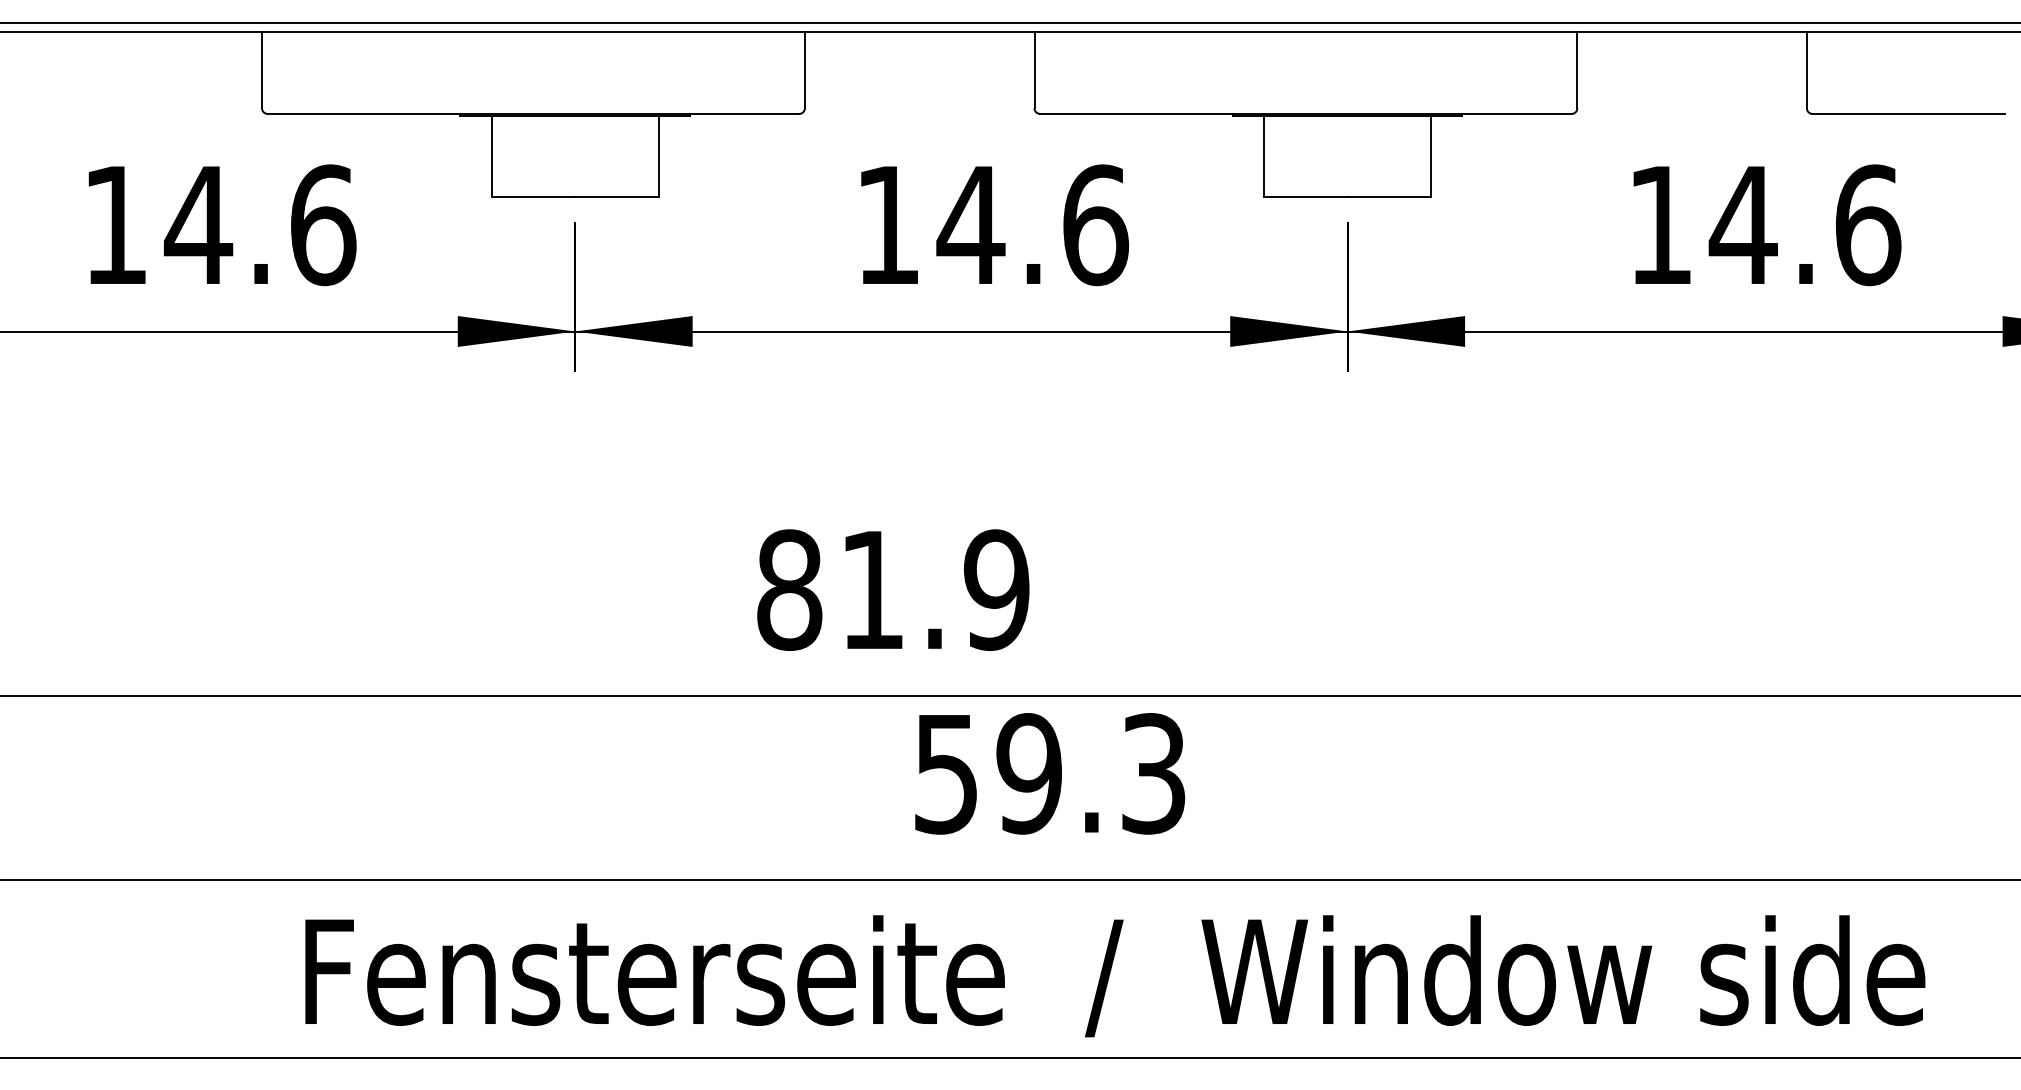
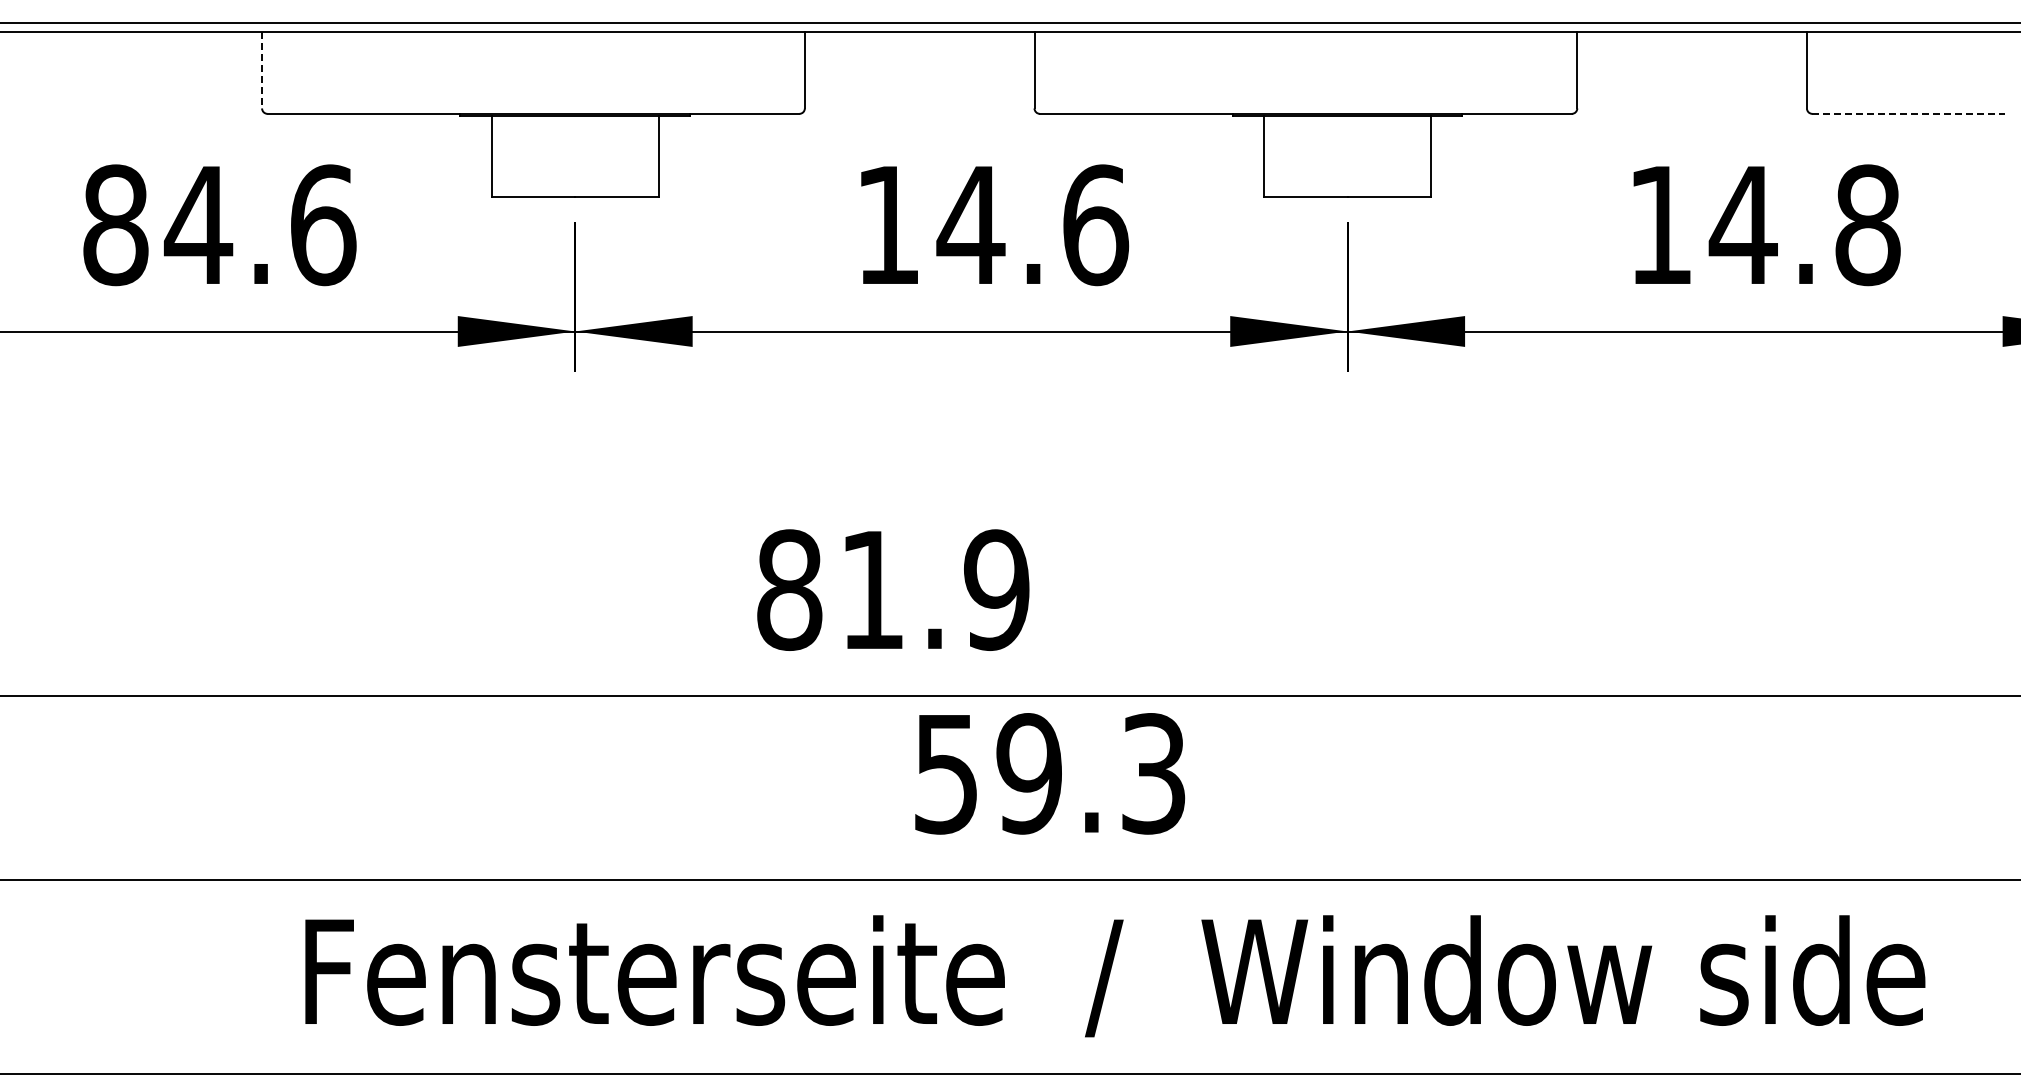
line at (262, 70): solid -> dashed
line at (1909, 113): solid -> dashed
text at (115, 225): 14.6 -> 84.6
text at (1868, 225): 14.6 -> 14.8
line at (1009, 1057) position: (1009, 1057) -> (1009, 1073)
